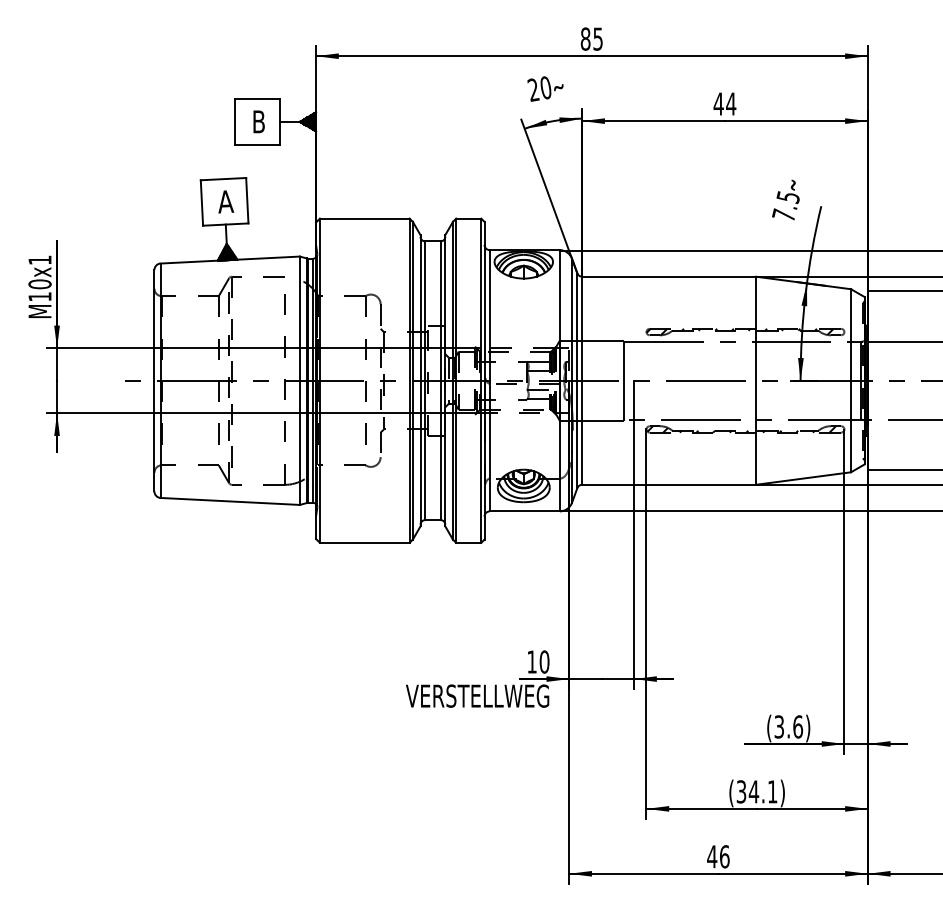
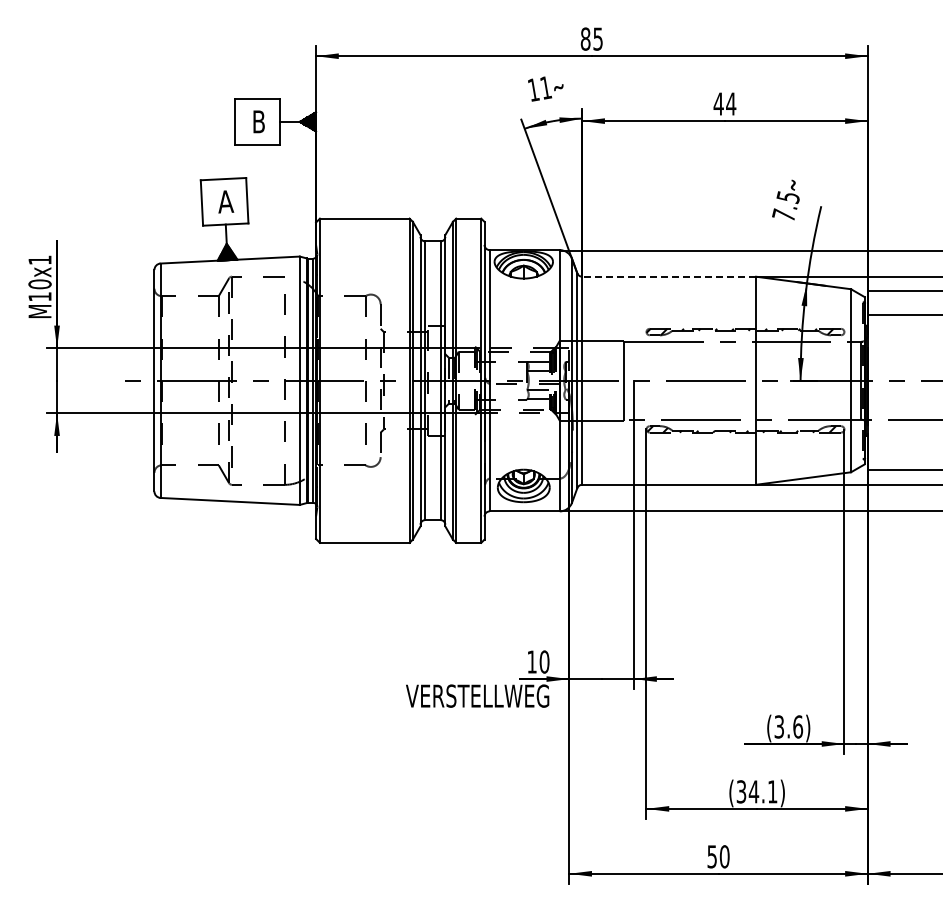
text at (539, 88): 20 -> 11
line at (669, 276): solid -> dashed
line at (903, 341) position: (903, 341) -> (903, 314)
text at (718, 856): 46 -> 50
